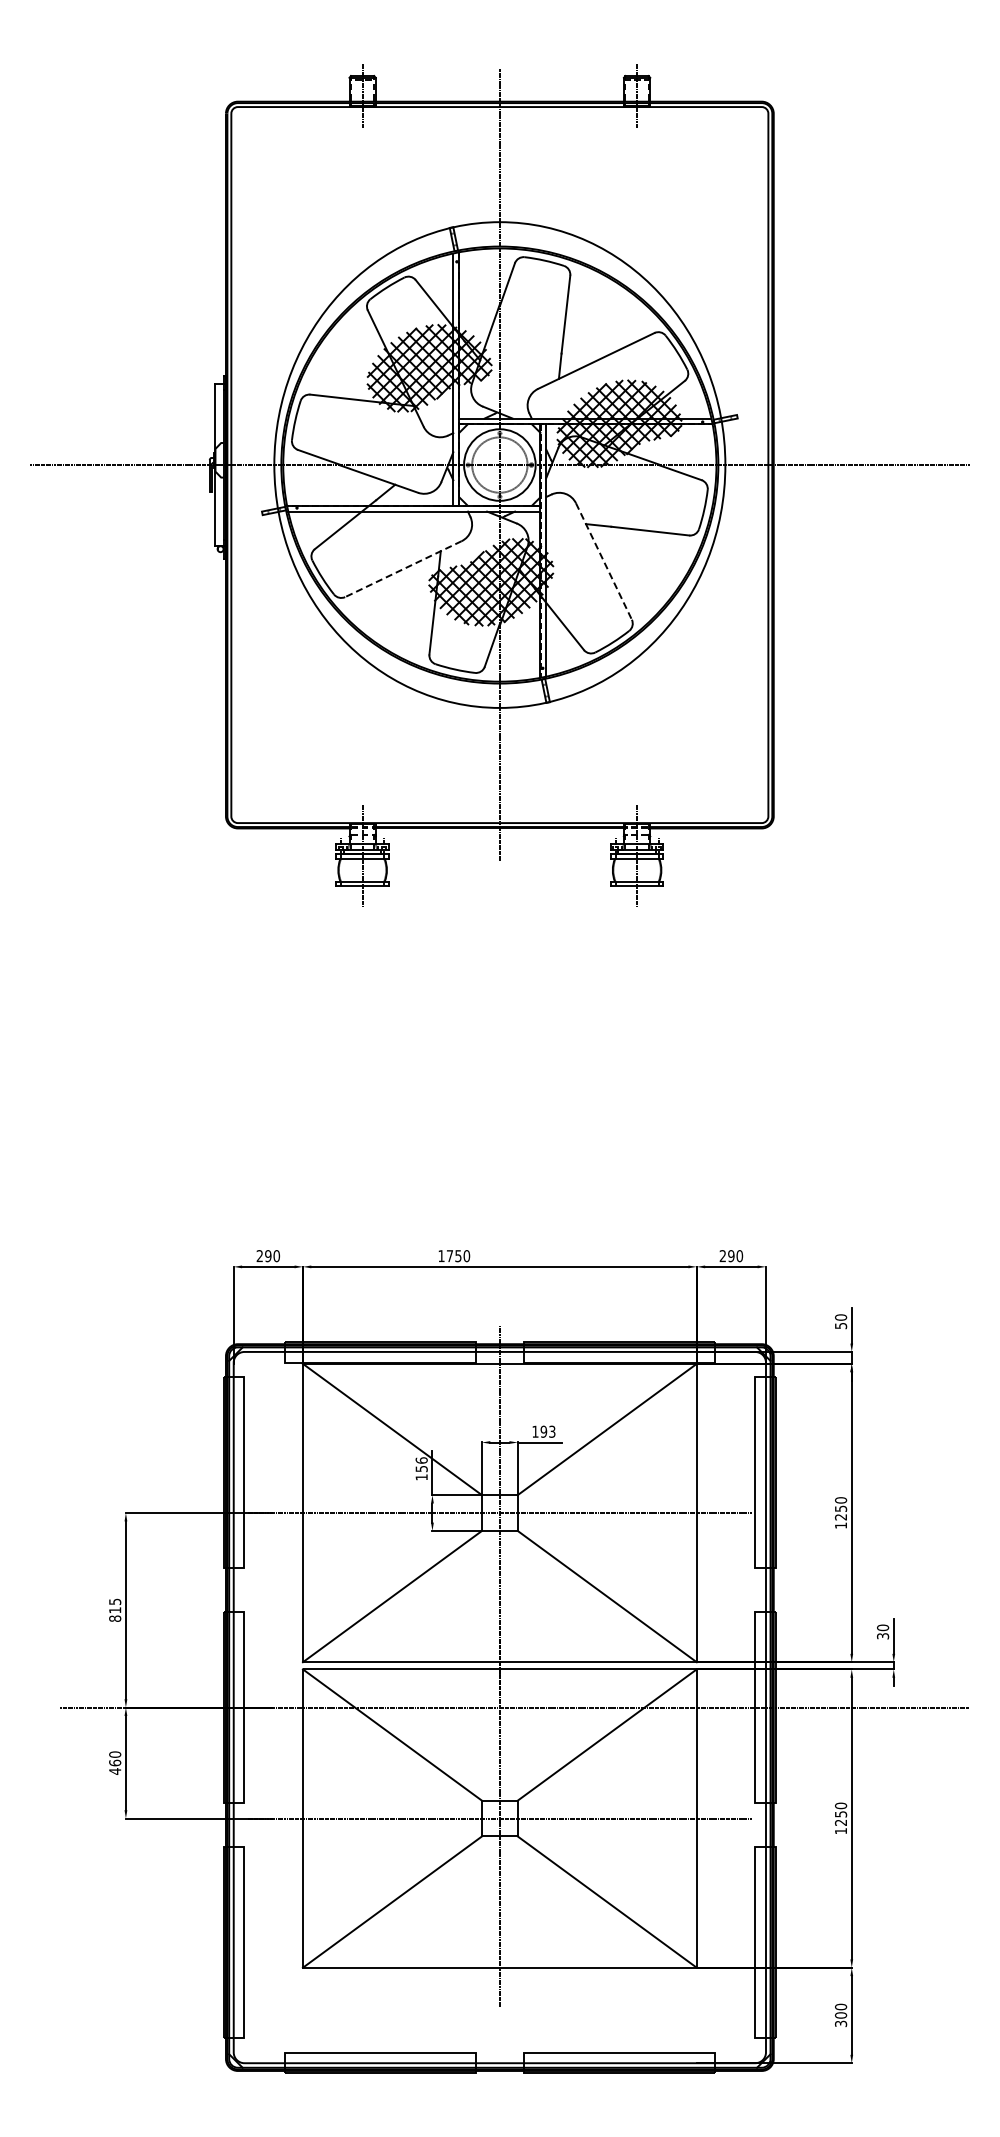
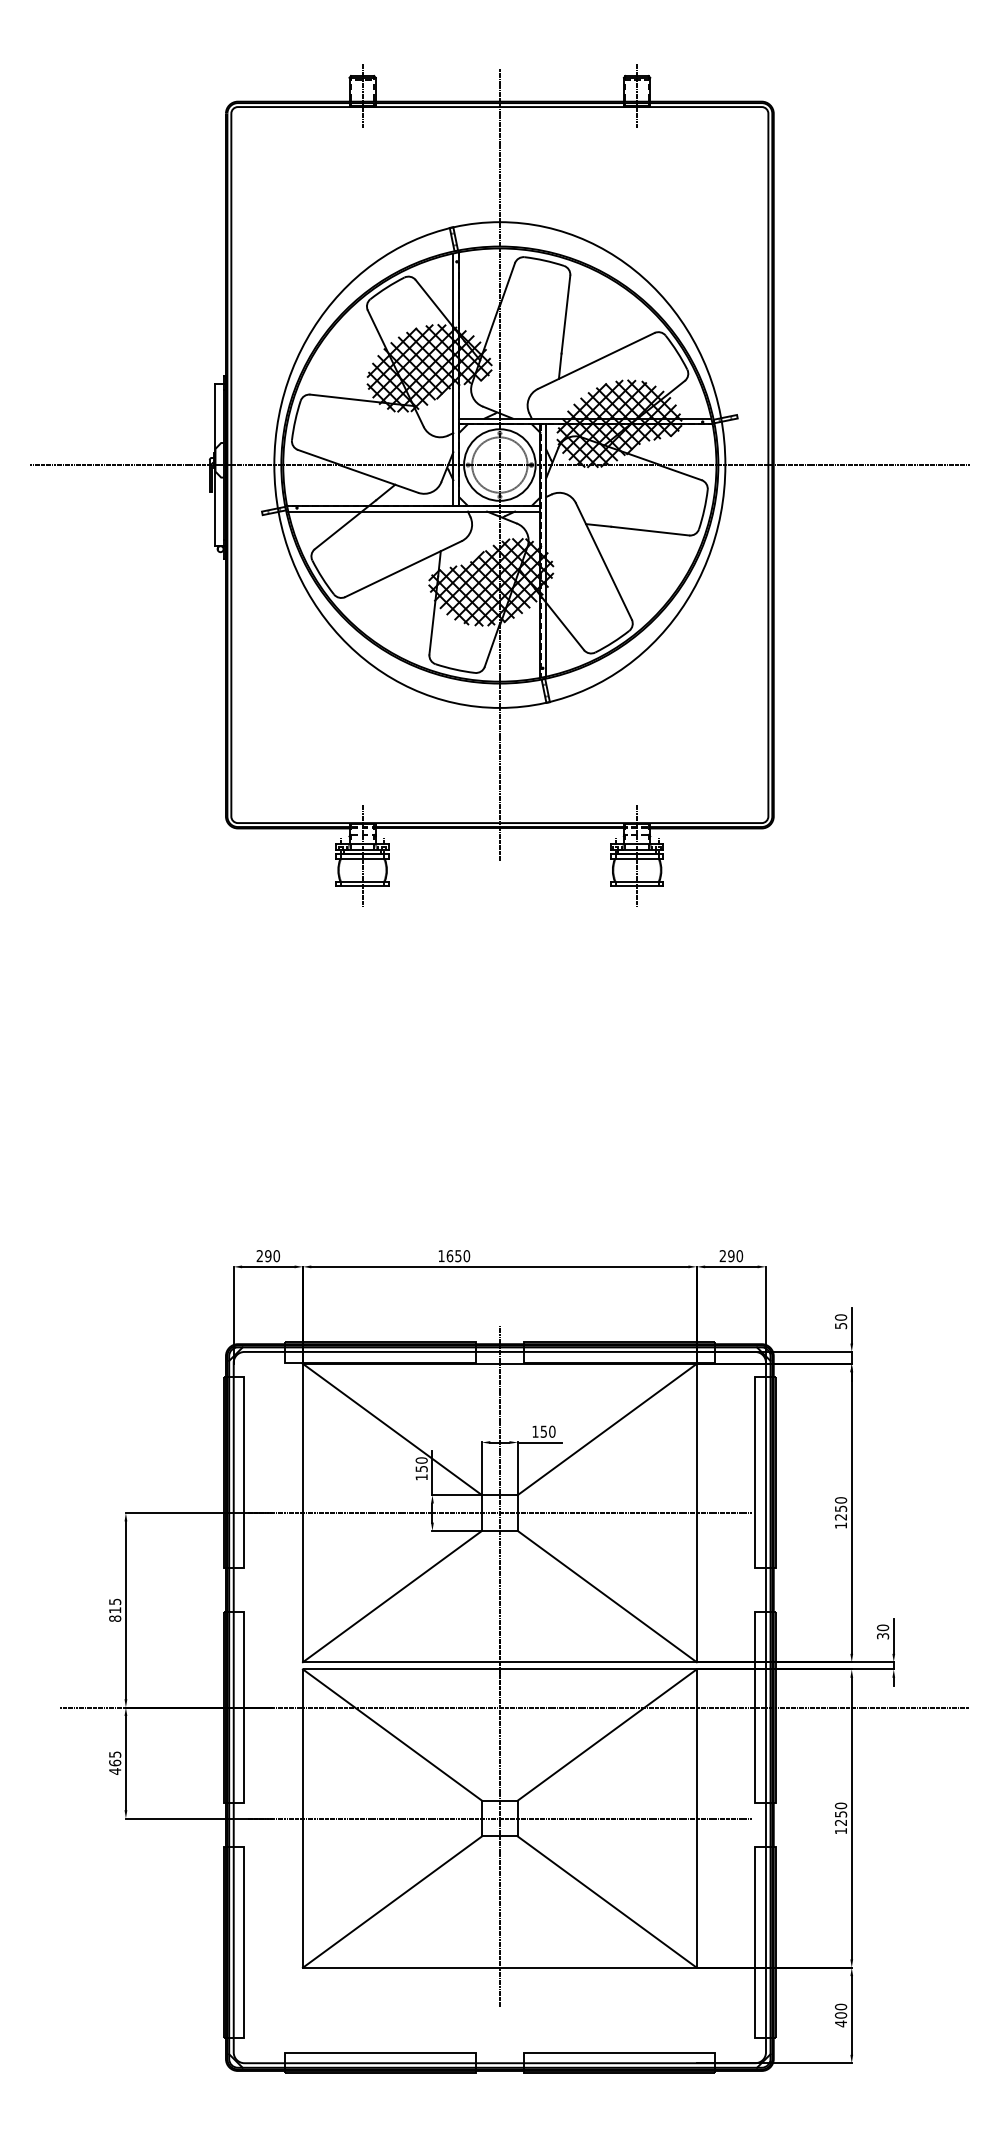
line at (603, 561): dashed -> solid
line at (403, 569): dashed -> solid
text at (449, 1256): 1750 -> 1650
text at (547, 1431): 193 -> 150
text at (421, 1460): 156 -> 150
text at (115, 1754): 460 -> 465
text at (840, 2023): 300 -> 400
